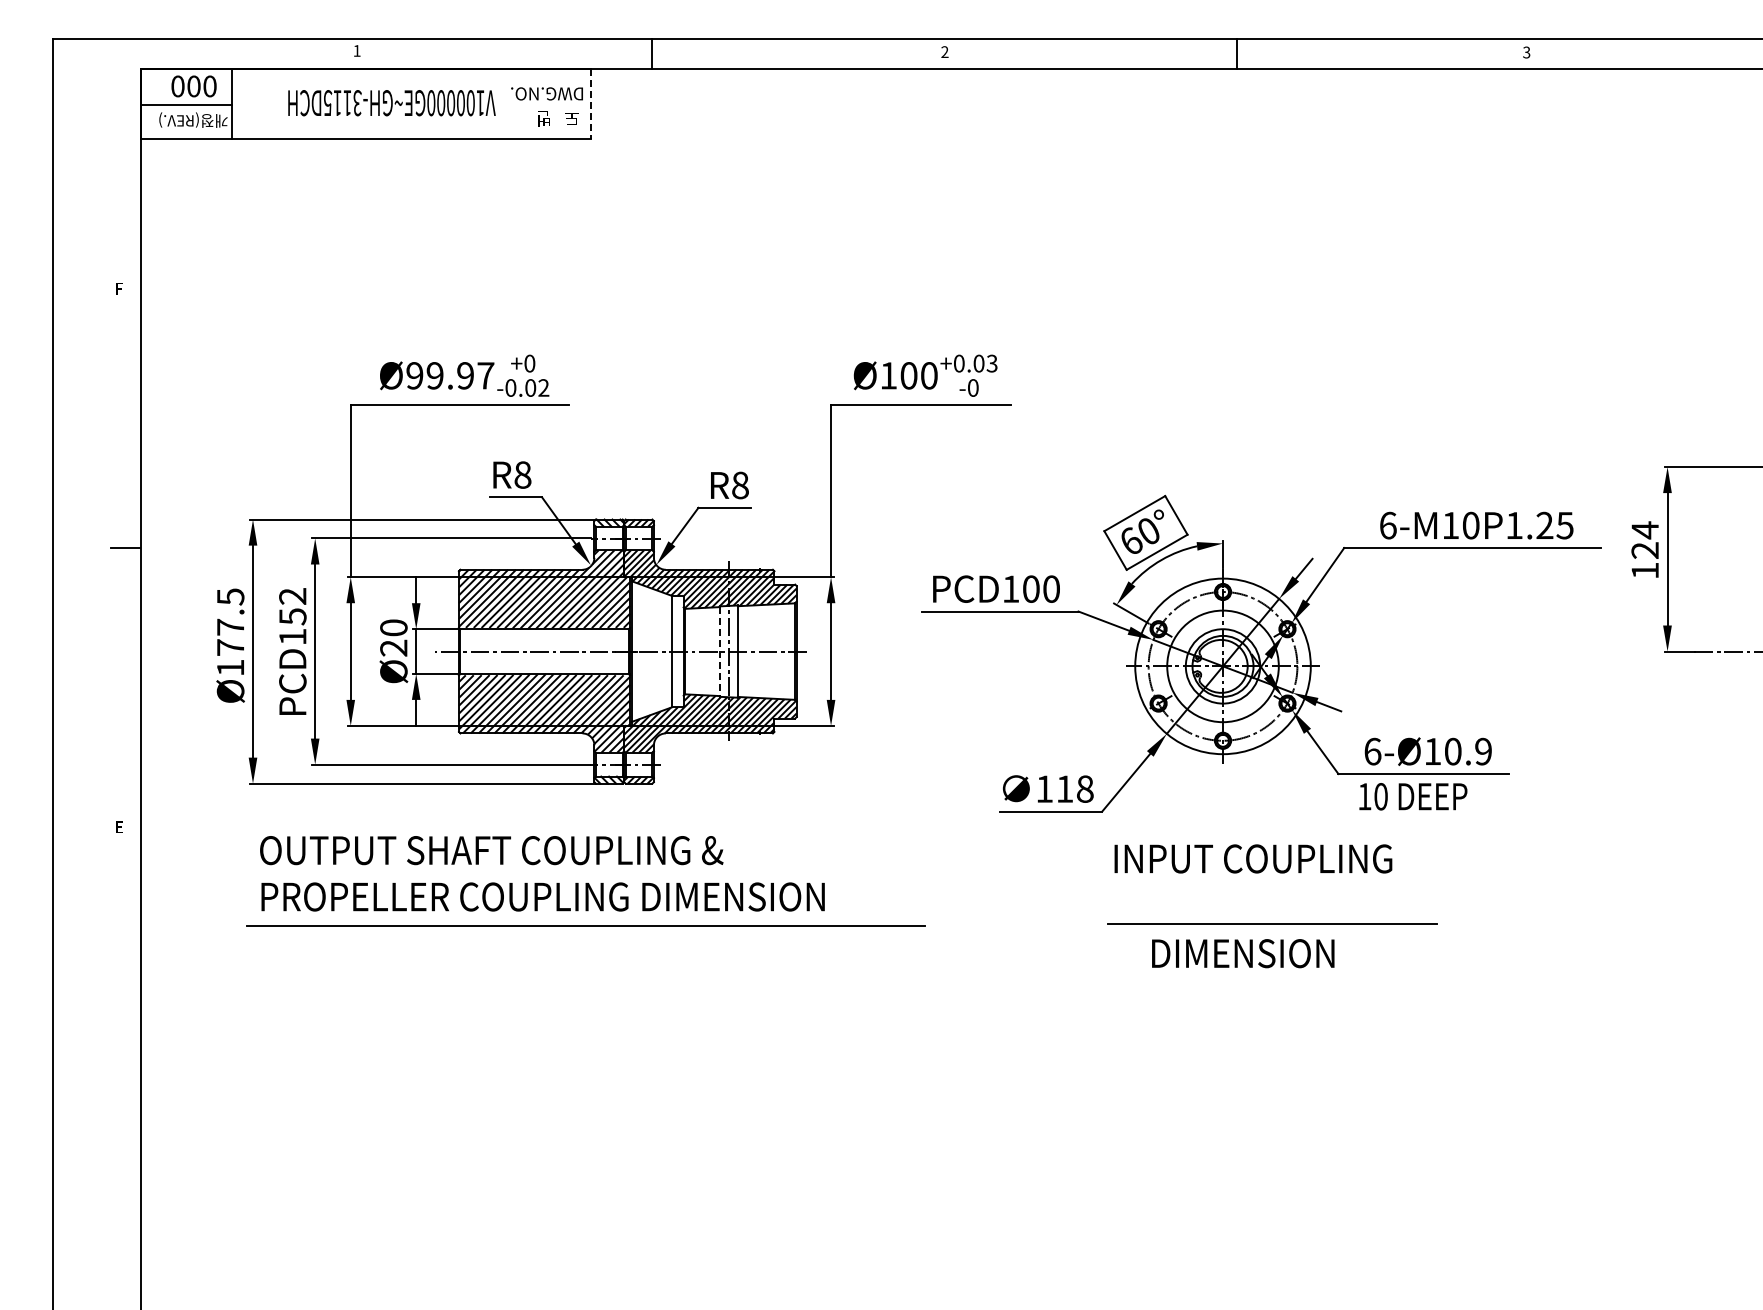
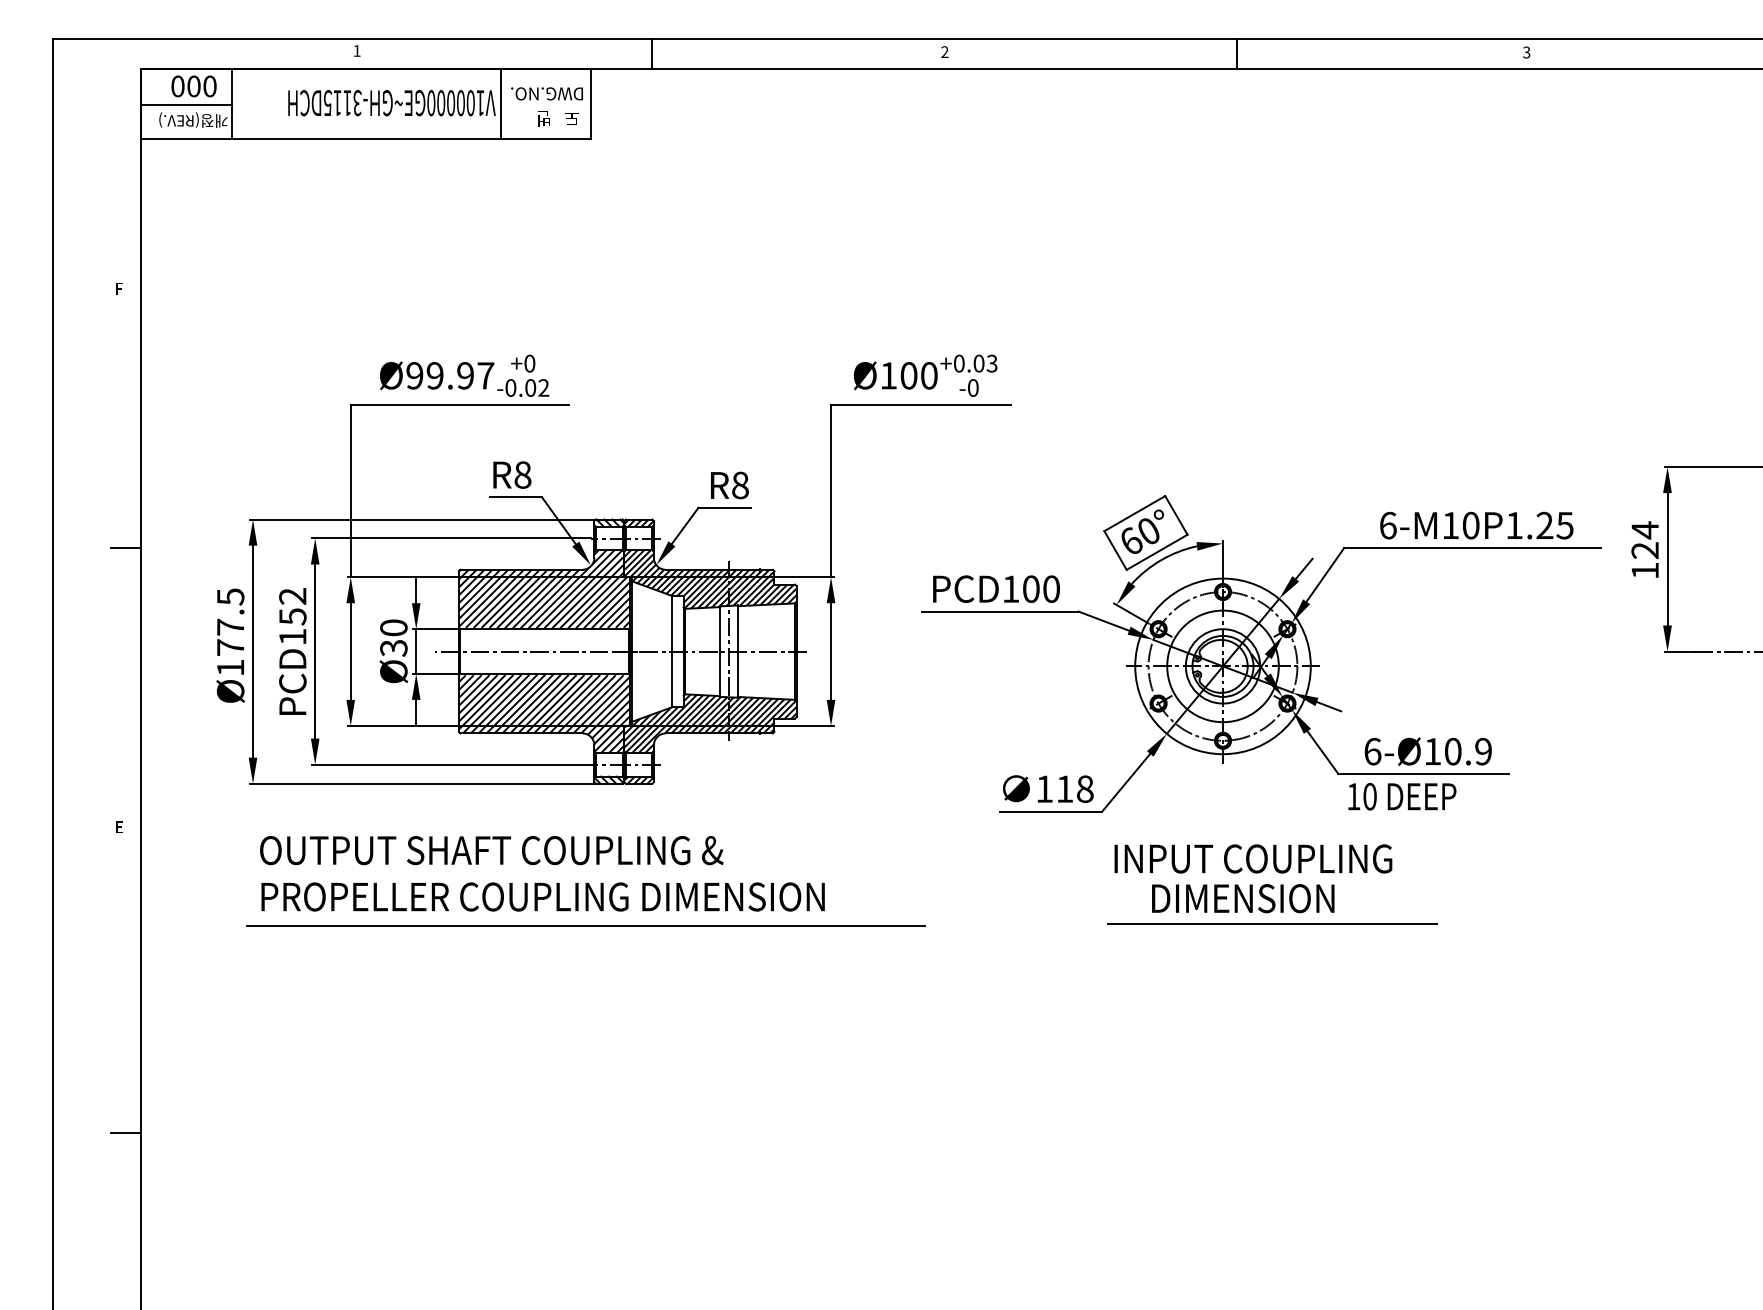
line at (500, 103): none -> present
line at (591, 104): dashed -> solid
text at (393, 647): Ø20 -> Ø30
line at (719, 652): dashed -> solid
text at (1413, 796) position: (1413, 796) -> (1402, 796)
text at (1243, 953) position: (1243, 953) -> (1243, 898)
line at (125, 1133): none -> present
